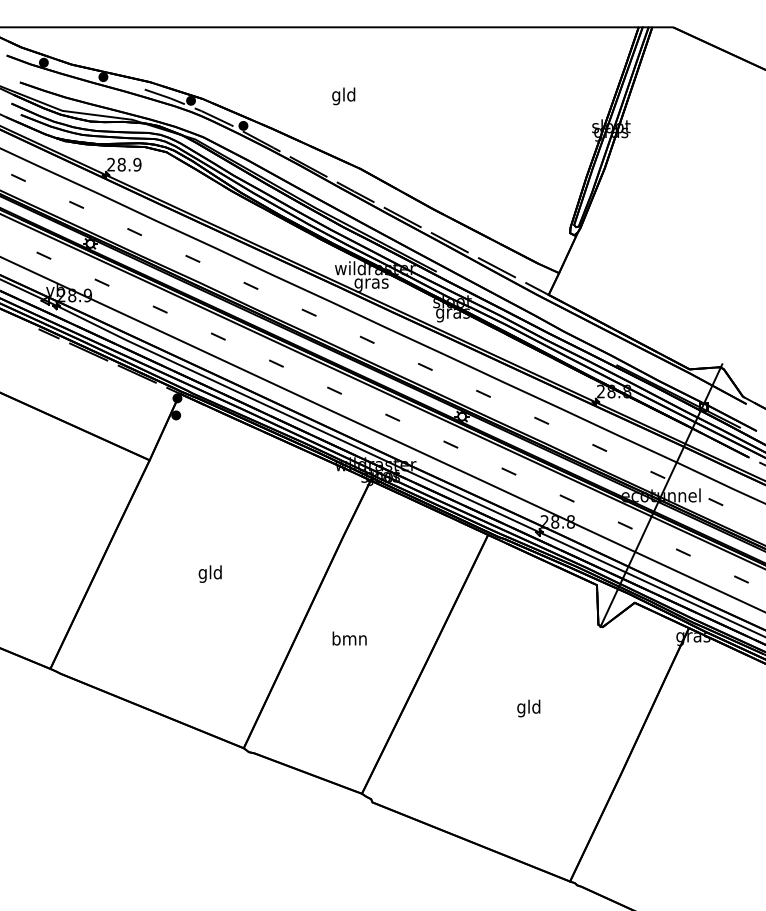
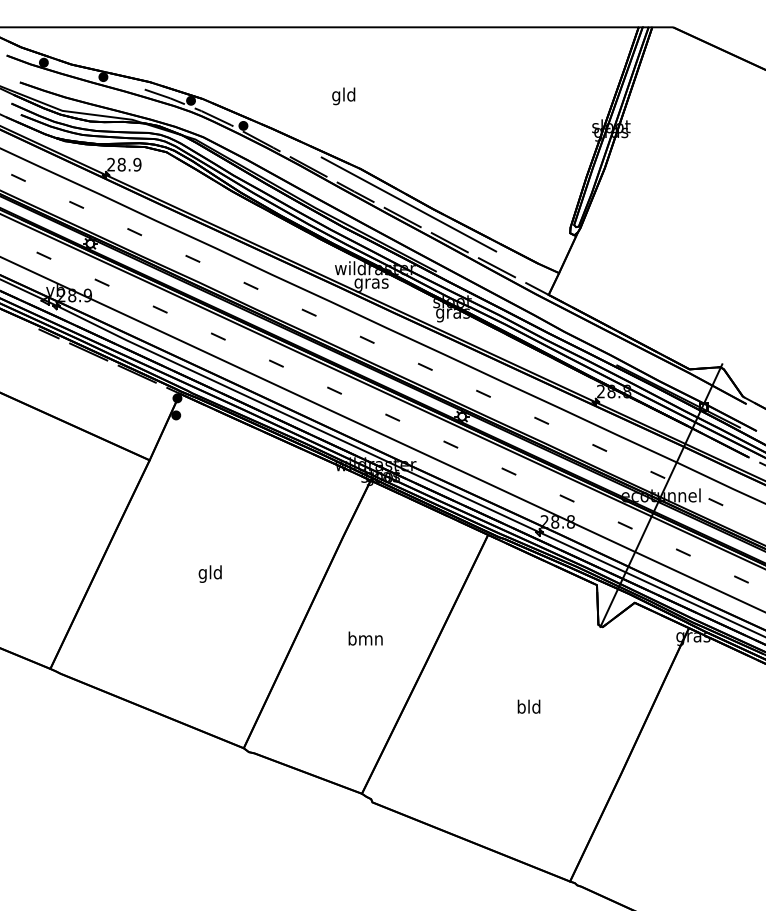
line at (408, 204): none -> present
text at (349, 638) position: (349, 638) -> (365, 638)
text at (521, 708): gld -> bld
